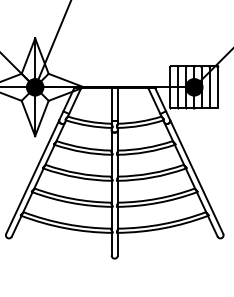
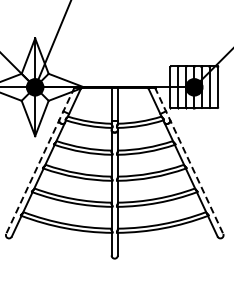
line at (40, 160): solid -> dashed
line at (189, 160): solid -> dashed
